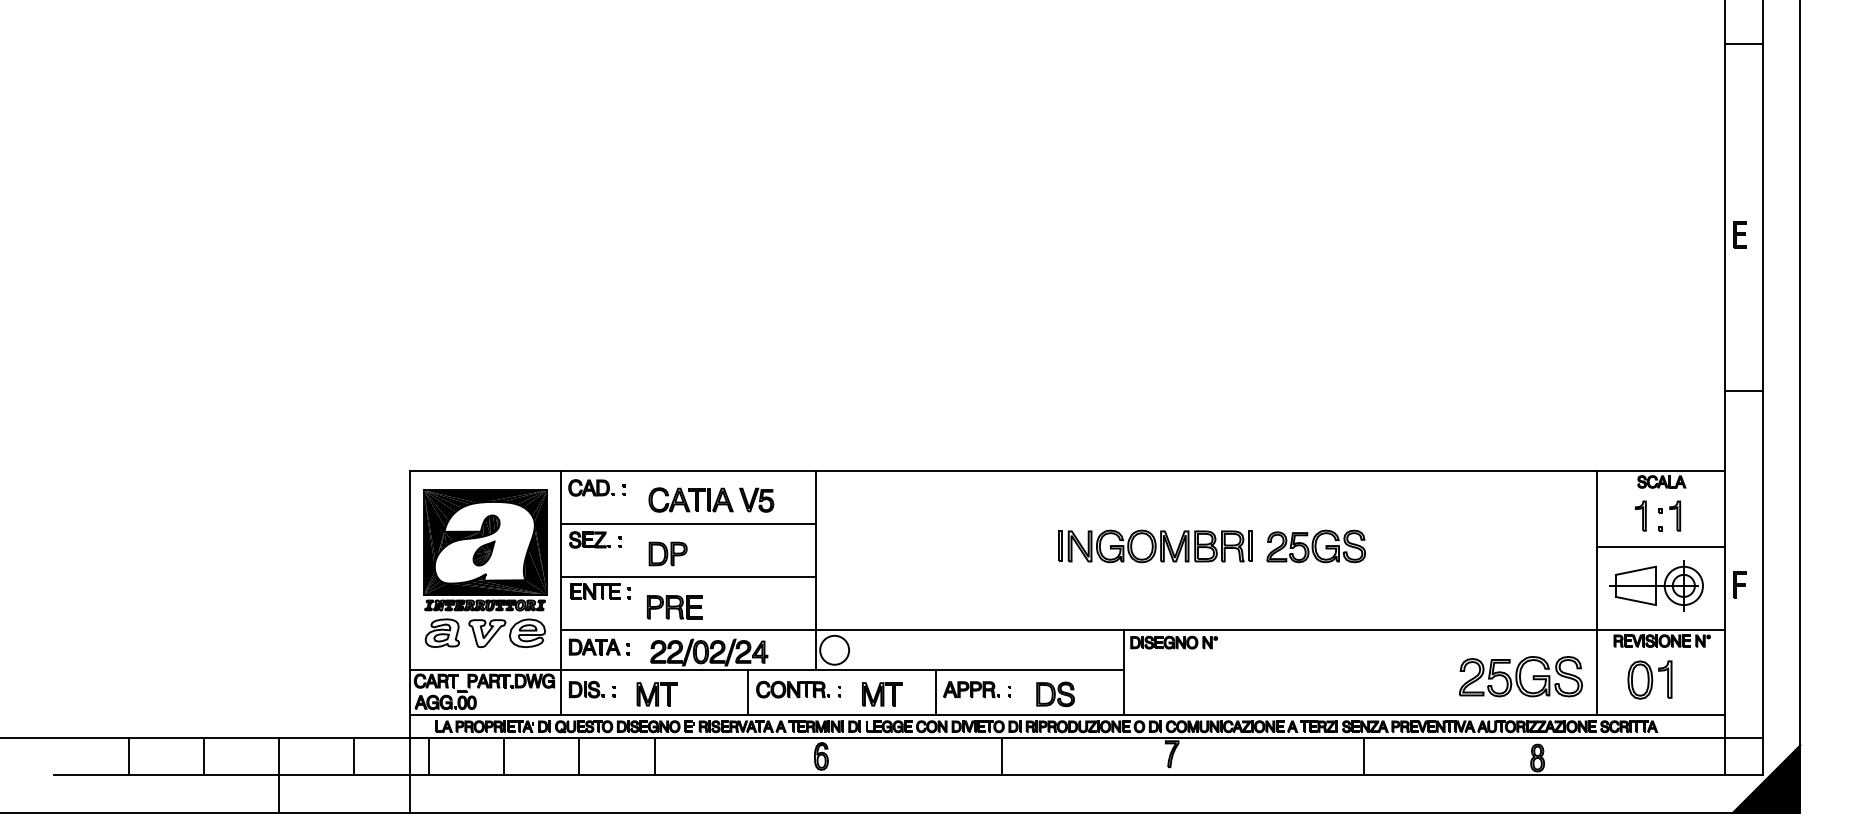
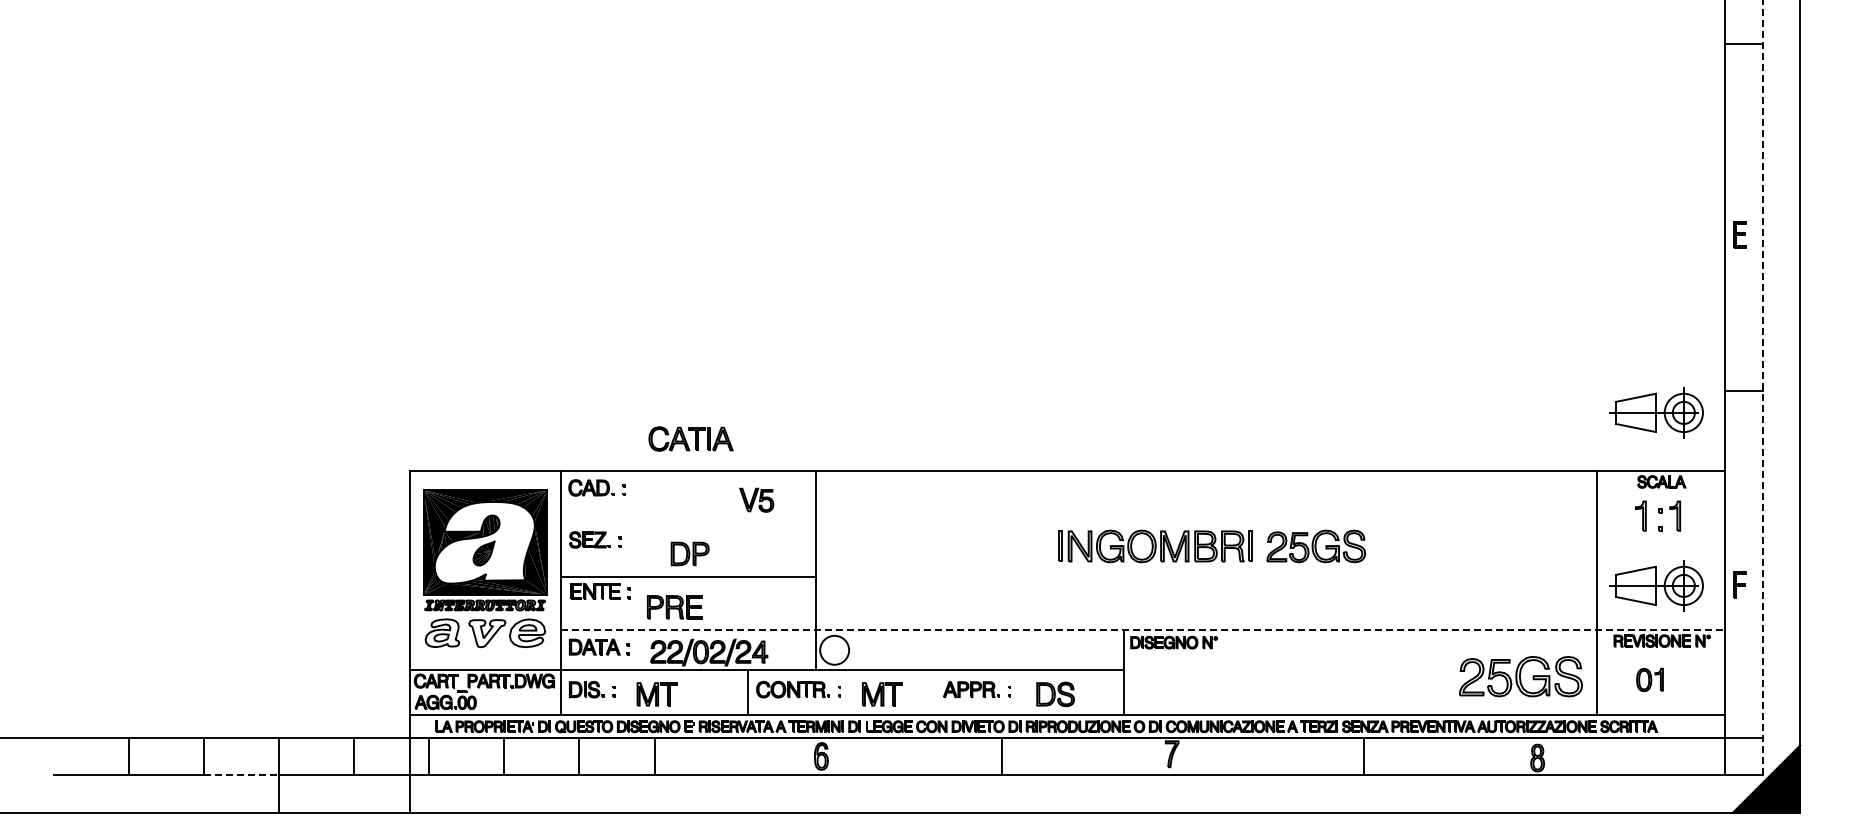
line at (1762, 387): solid -> dashed
part at (1656, 412): none -> present
part at (690, 499) position: (690, 499) -> (690, 438)
line at (688, 524): present -> none
line at (1661, 547): present -> none
part at (667, 553) position: (667, 553) -> (689, 553)
line at (1143, 630): solid -> dashed
part at (1649, 679) size: 46x40 px -> 28x26 px
line at (936, 692): present -> none
line at (241, 775): solid -> dashed
